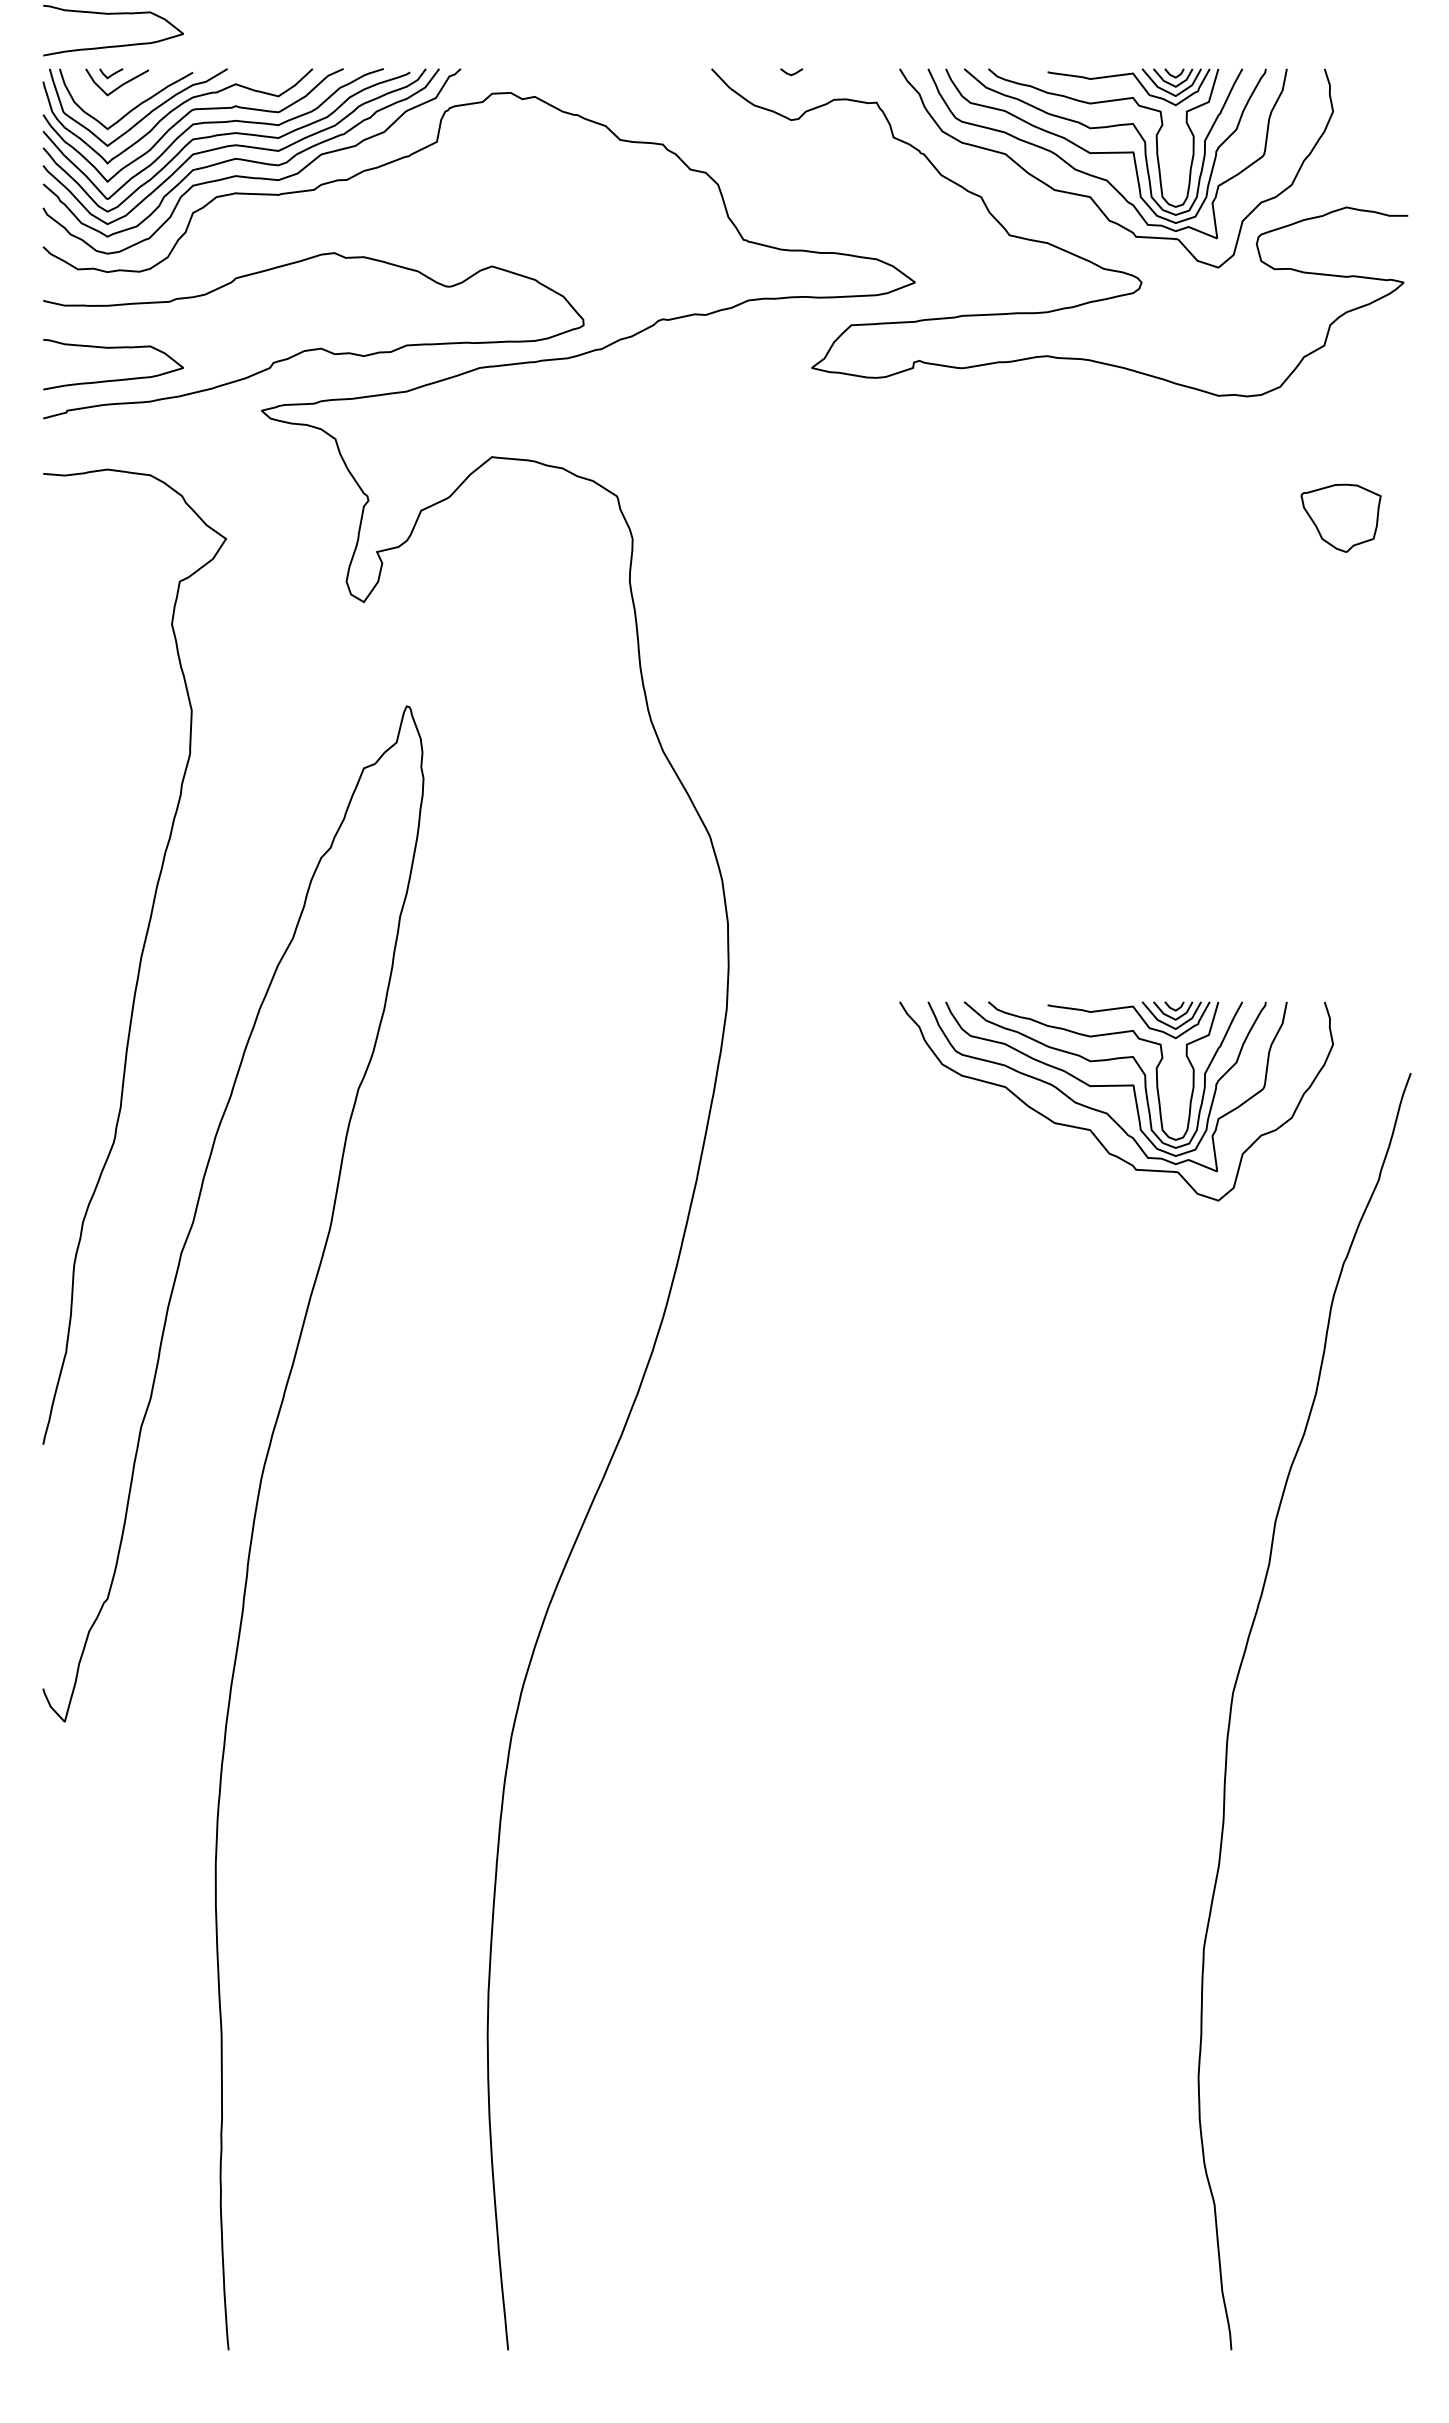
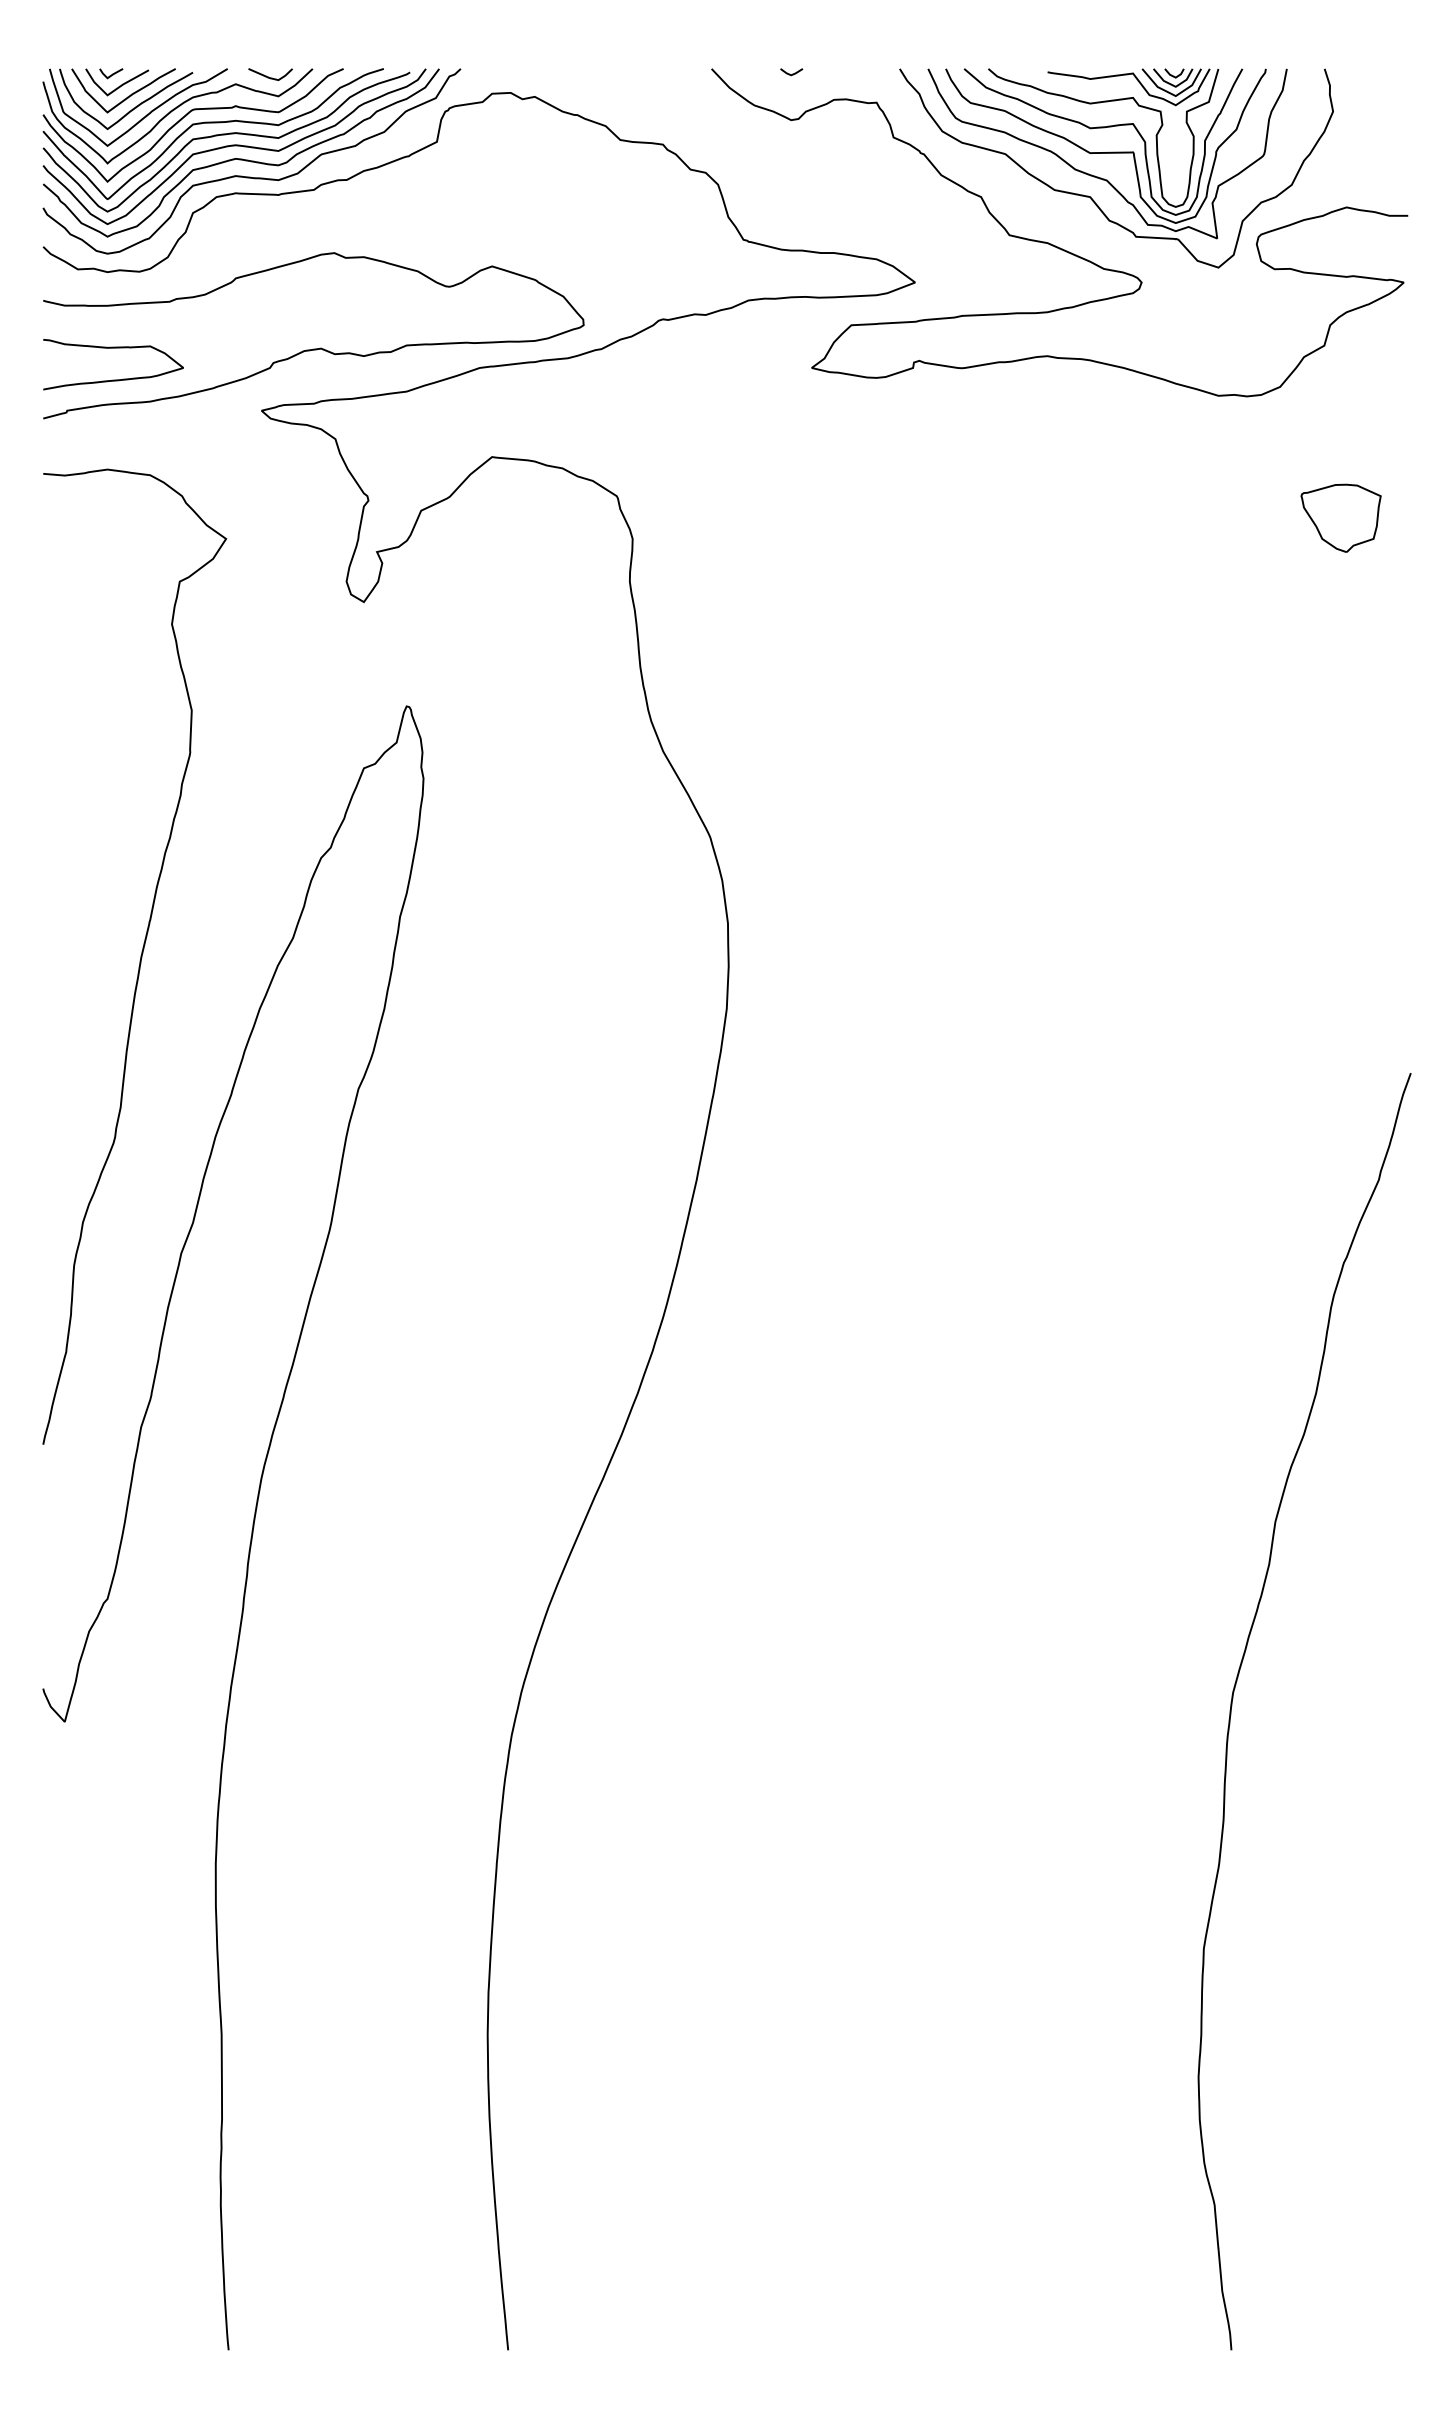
curve at (113, 45): present -> none
line at (268, 76): none -> present
curve at (127, 96): none -> present
part at (1107, 1112): present -> none
